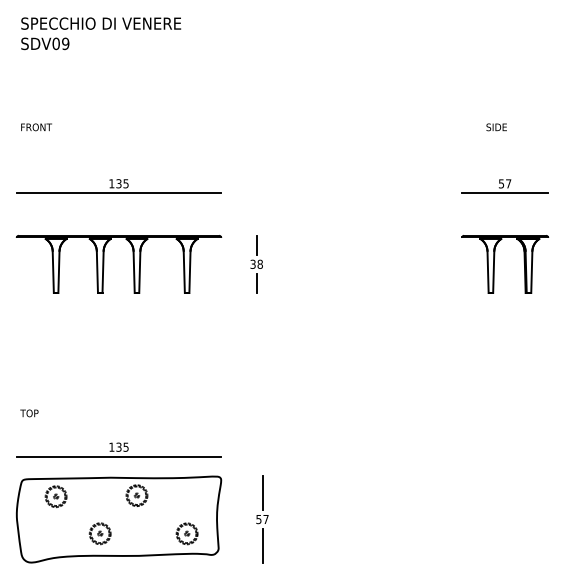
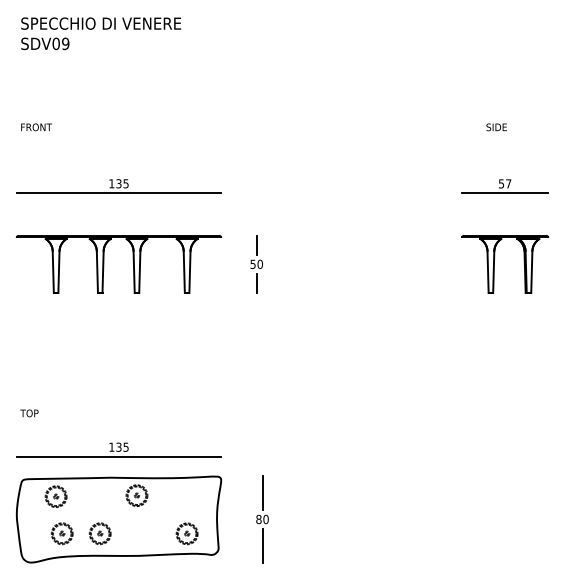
text at (256, 263): 38 -> 50
text at (262, 519): 57 -> 80
part at (61, 533): none -> present
